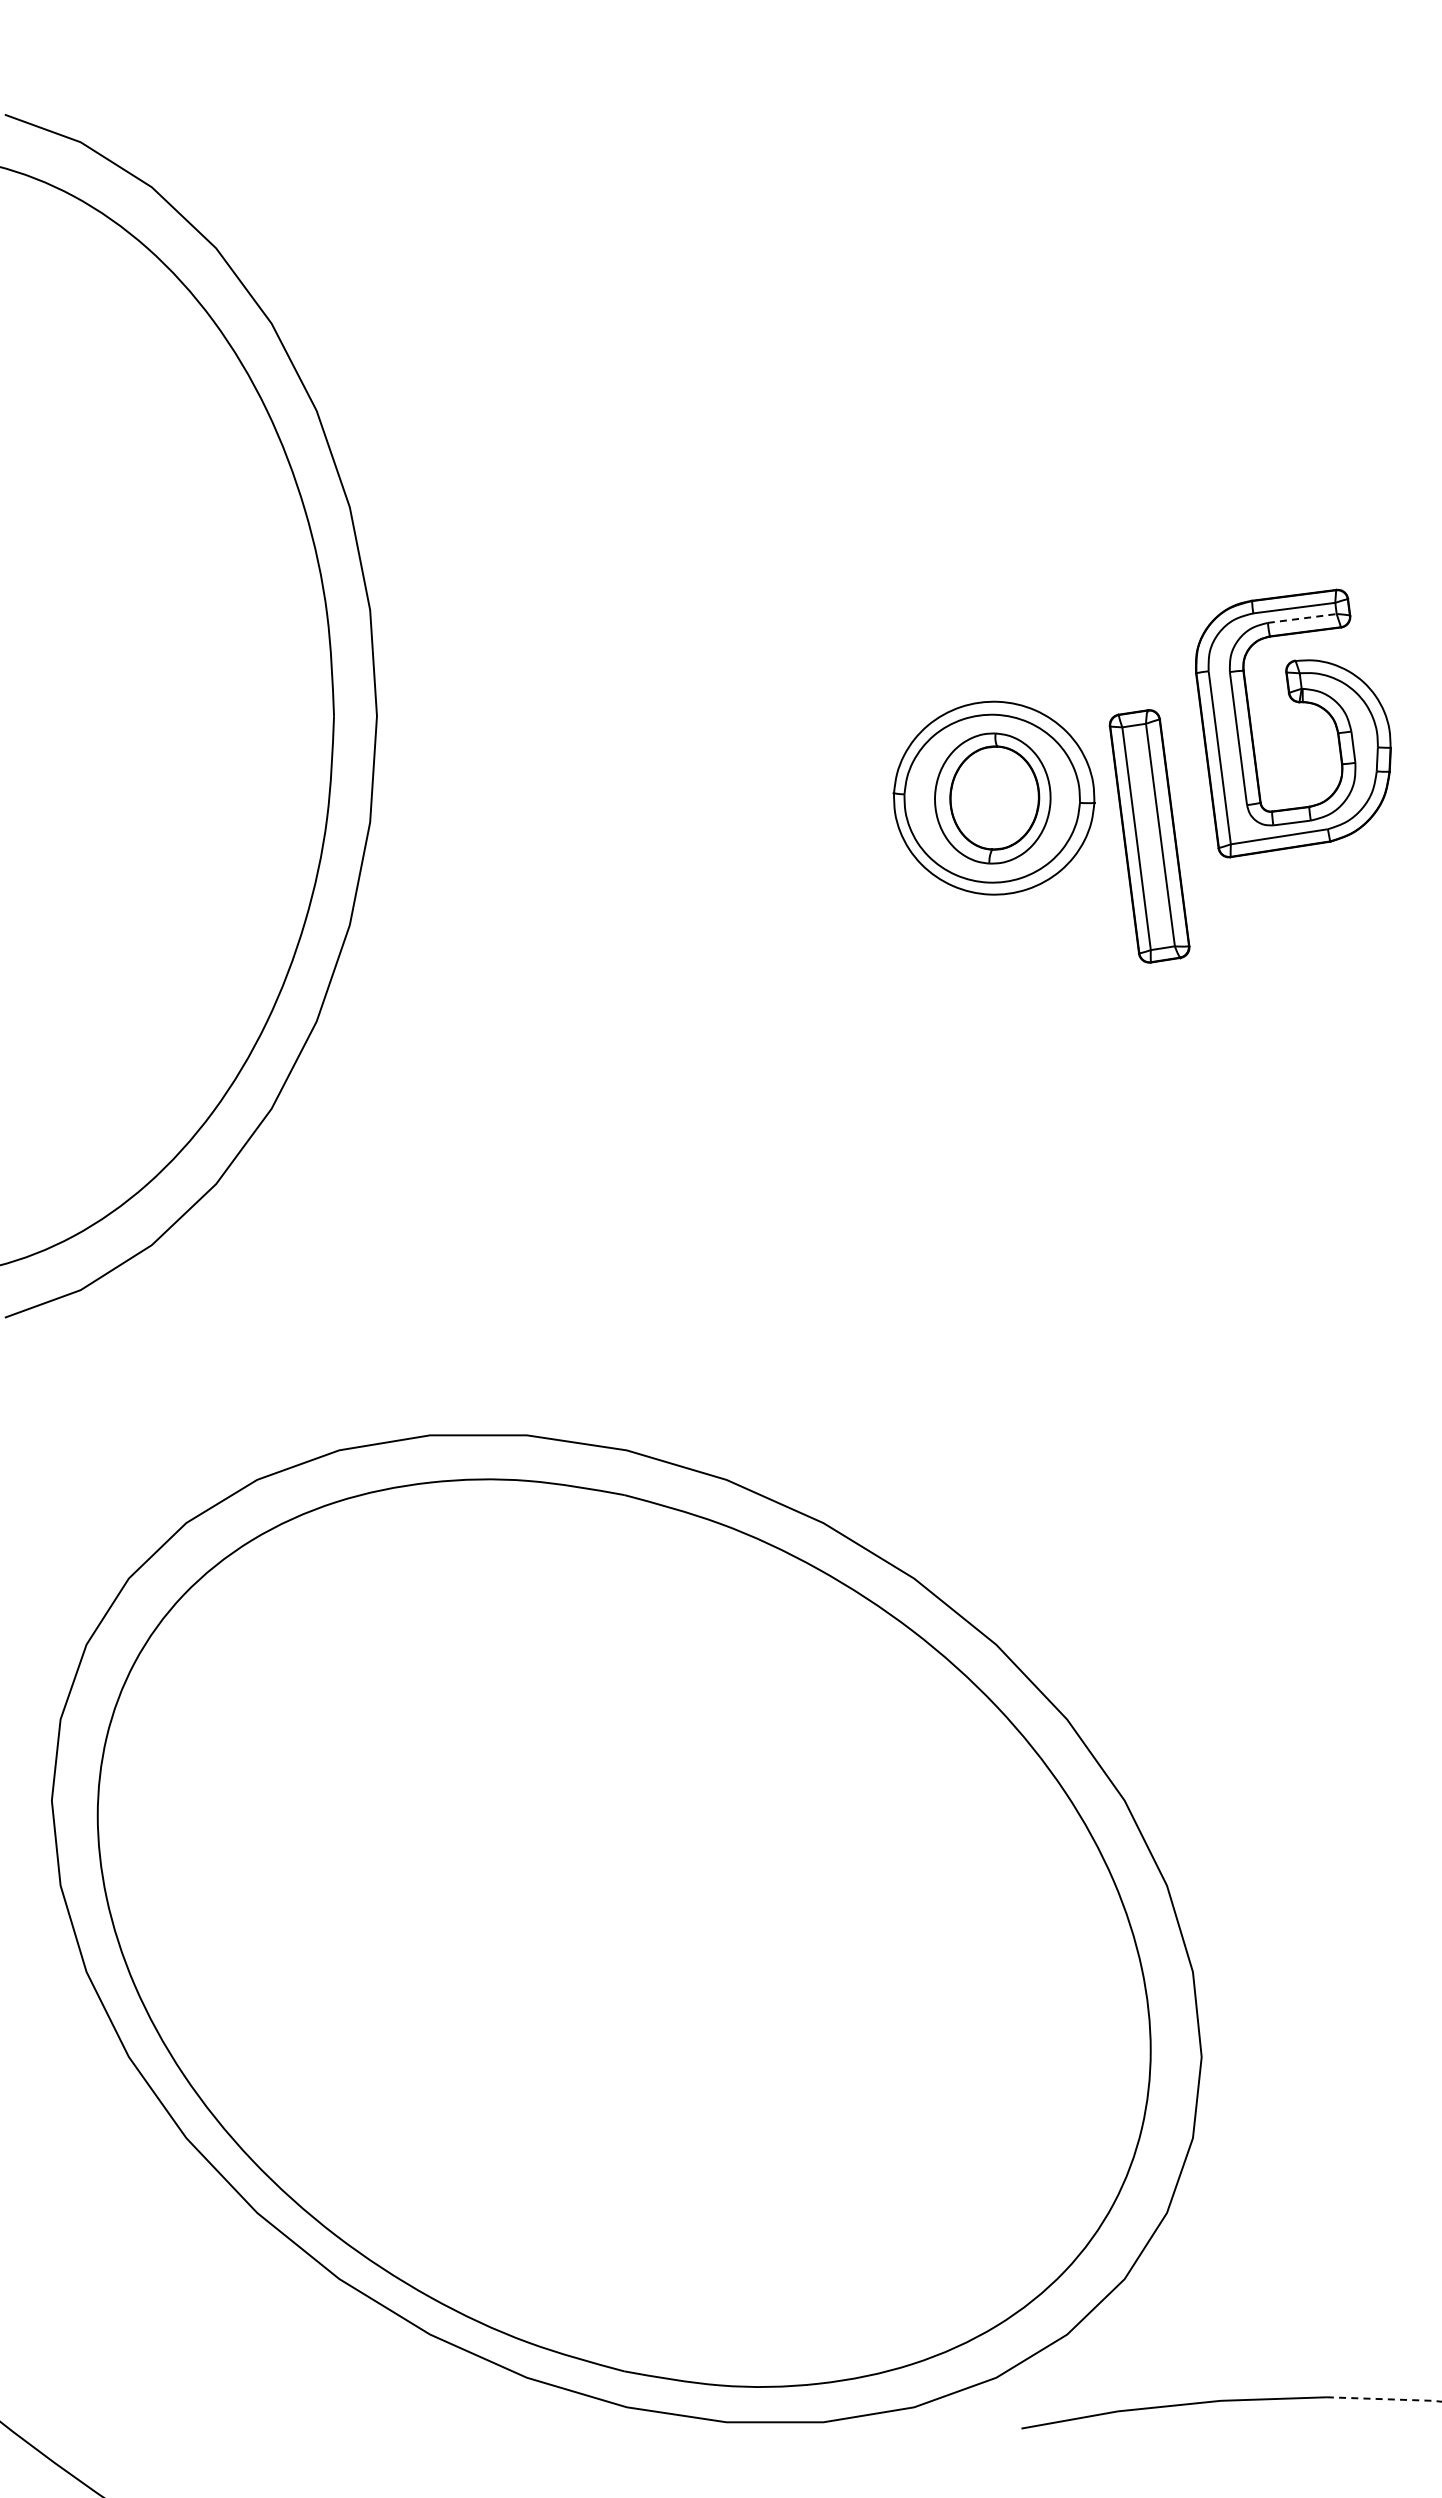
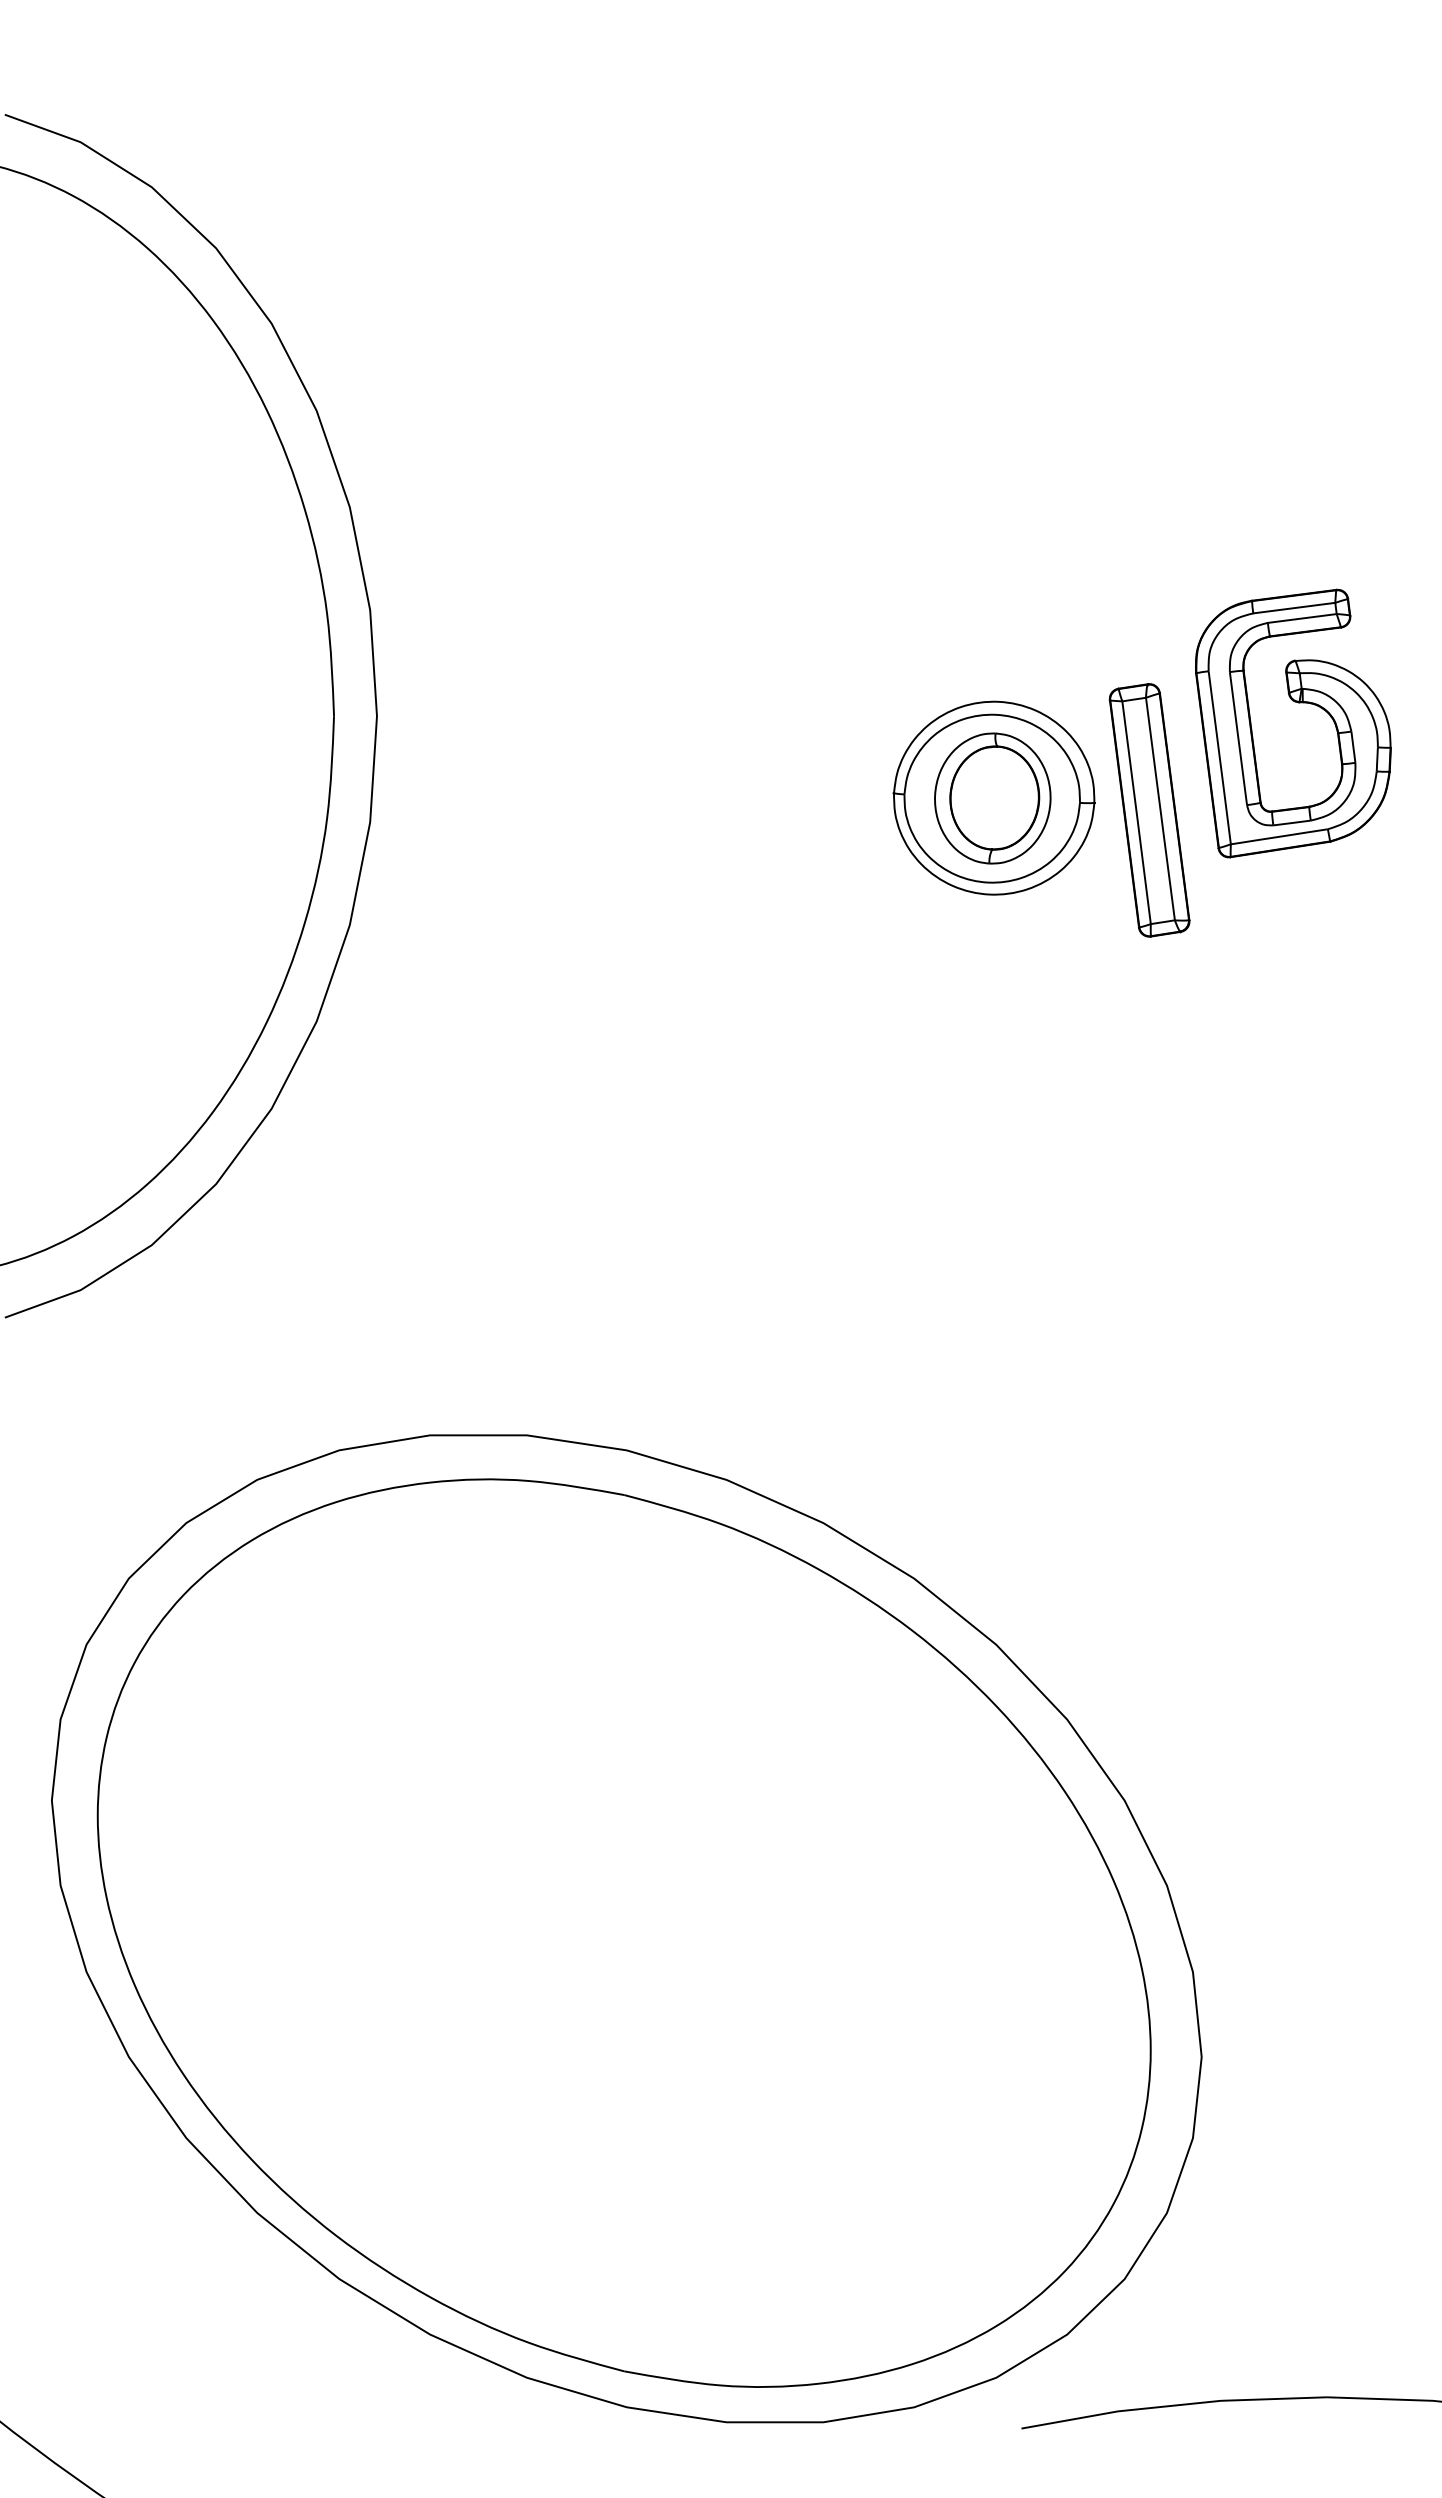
line at (1302, 618): dashed -> solid
part at (1149, 836) position: (1149, 836) -> (1149, 810)
line at (1385, 2399): dashed -> solid
